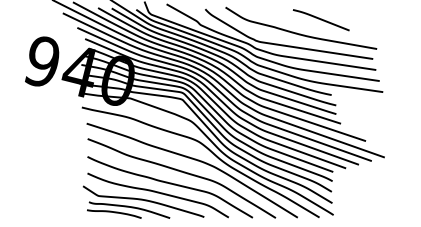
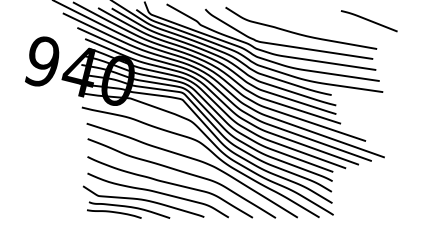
curve at (320, 20) position: (320, 20) -> (368, 21)
